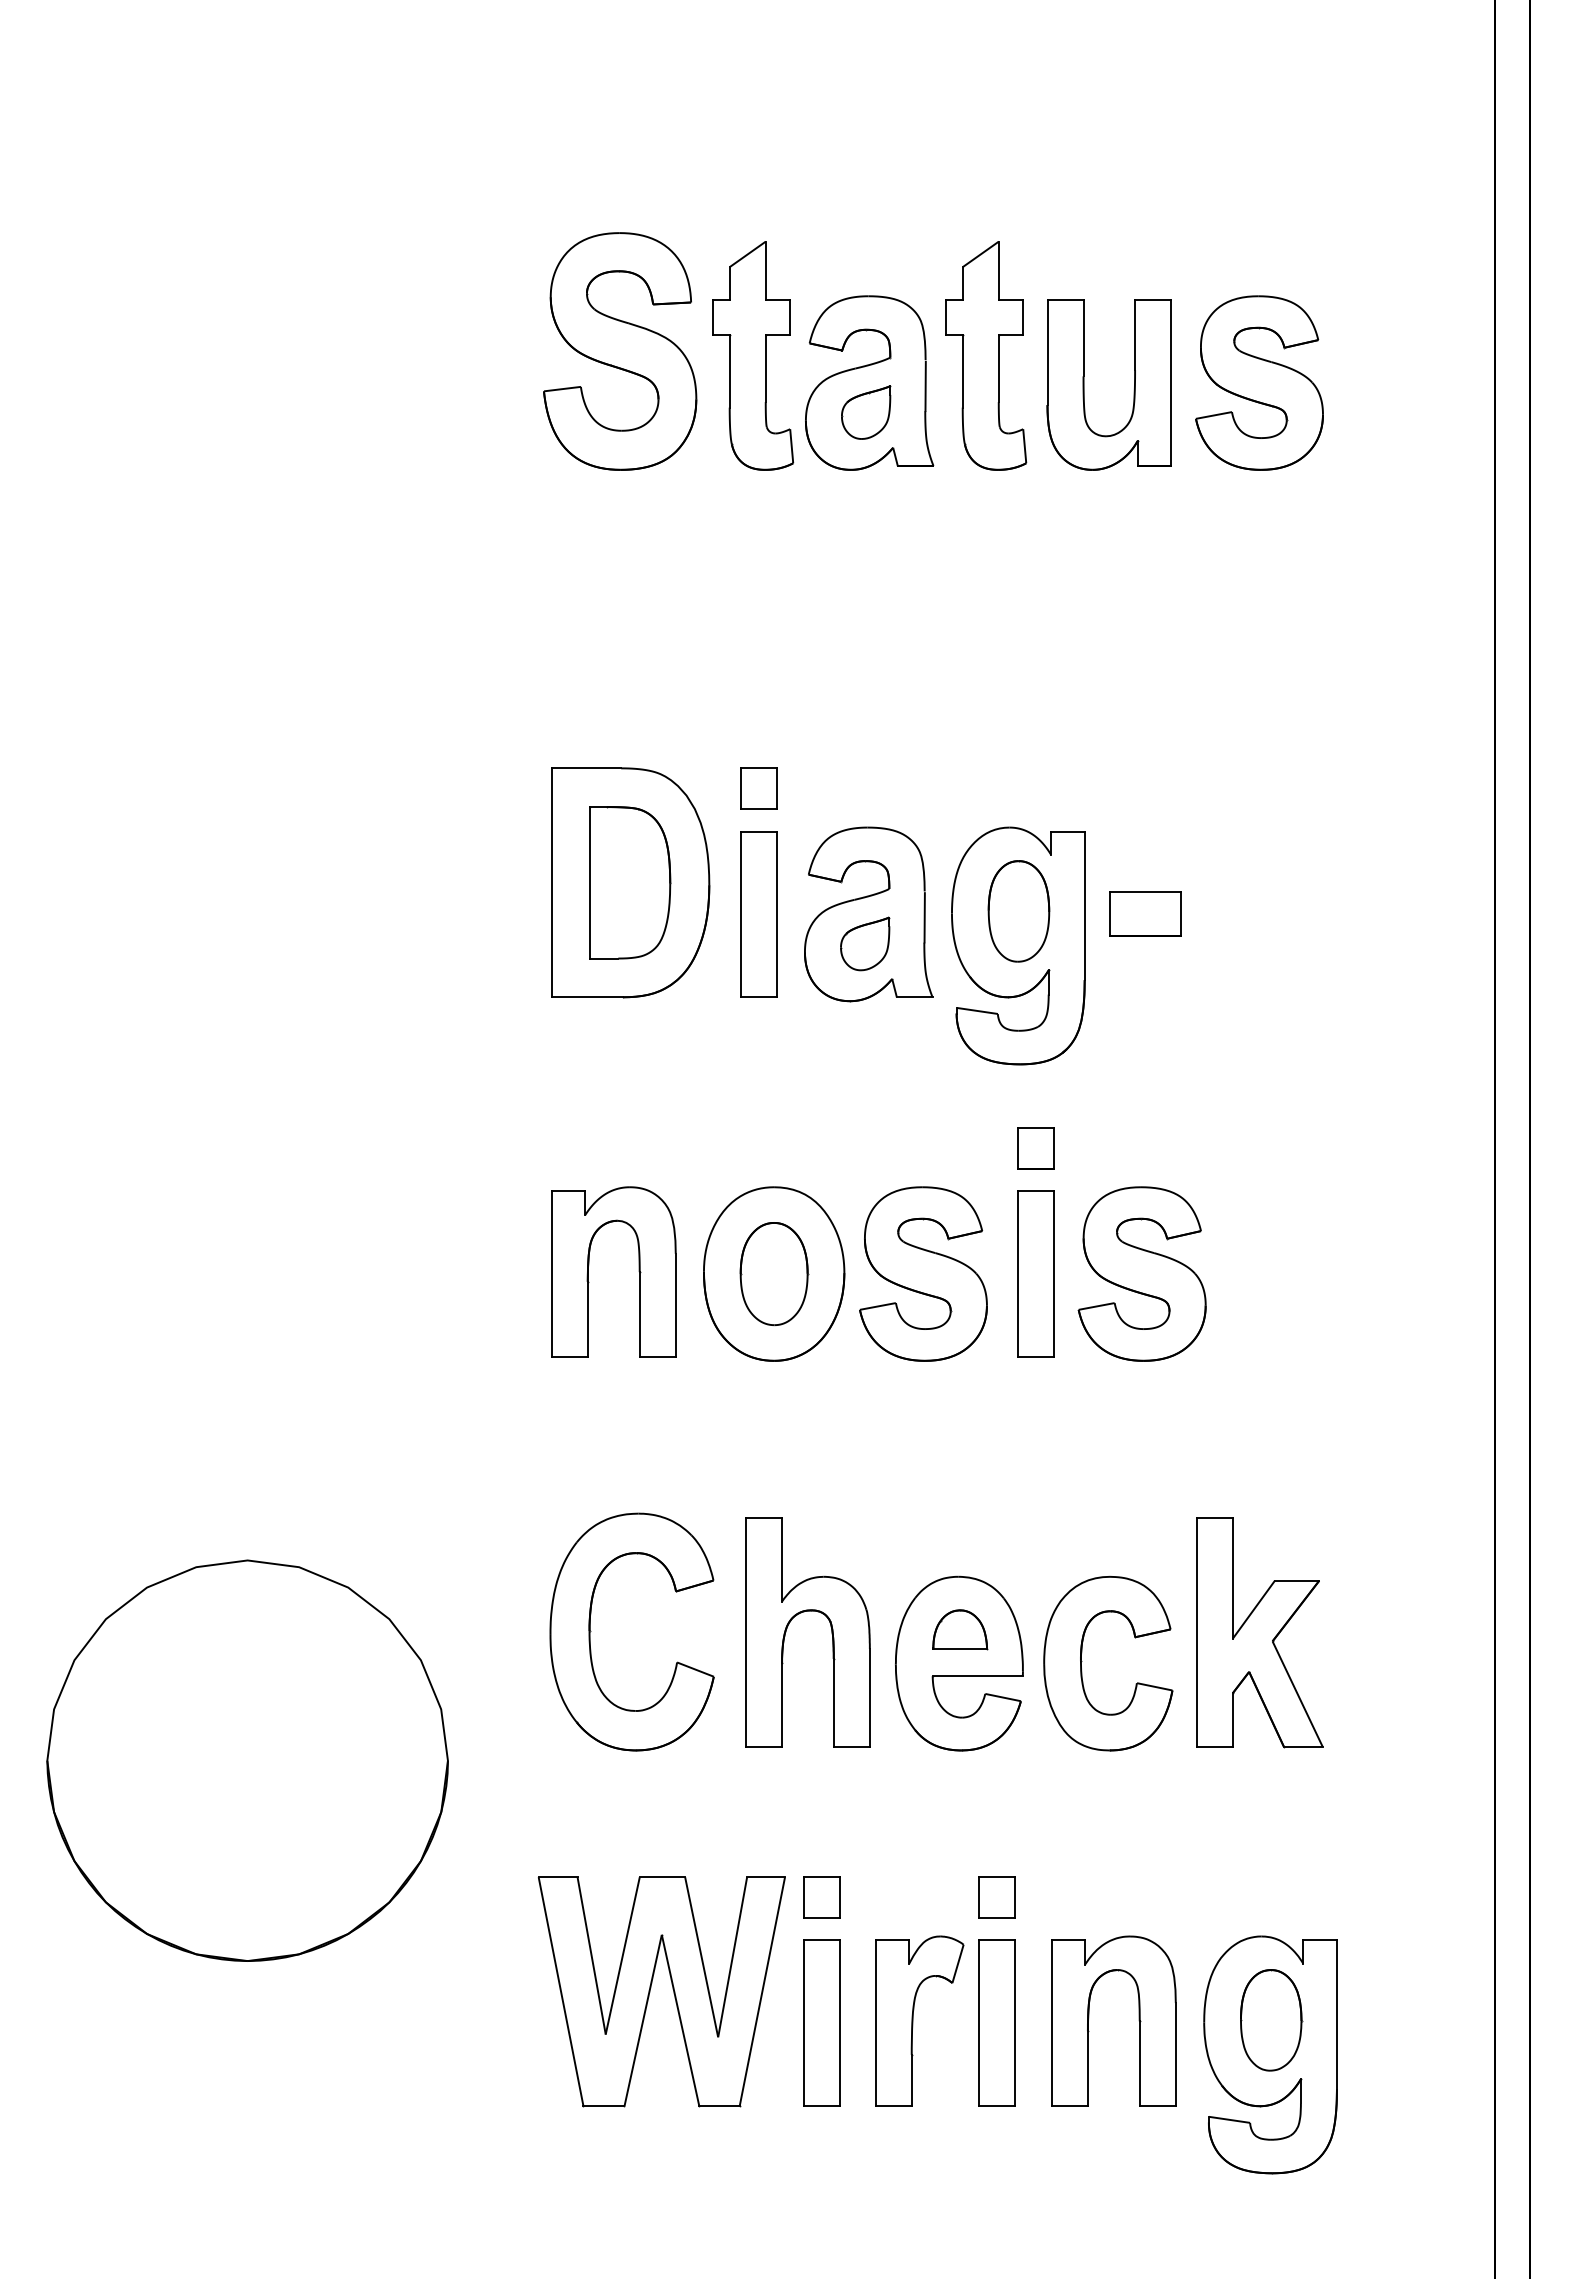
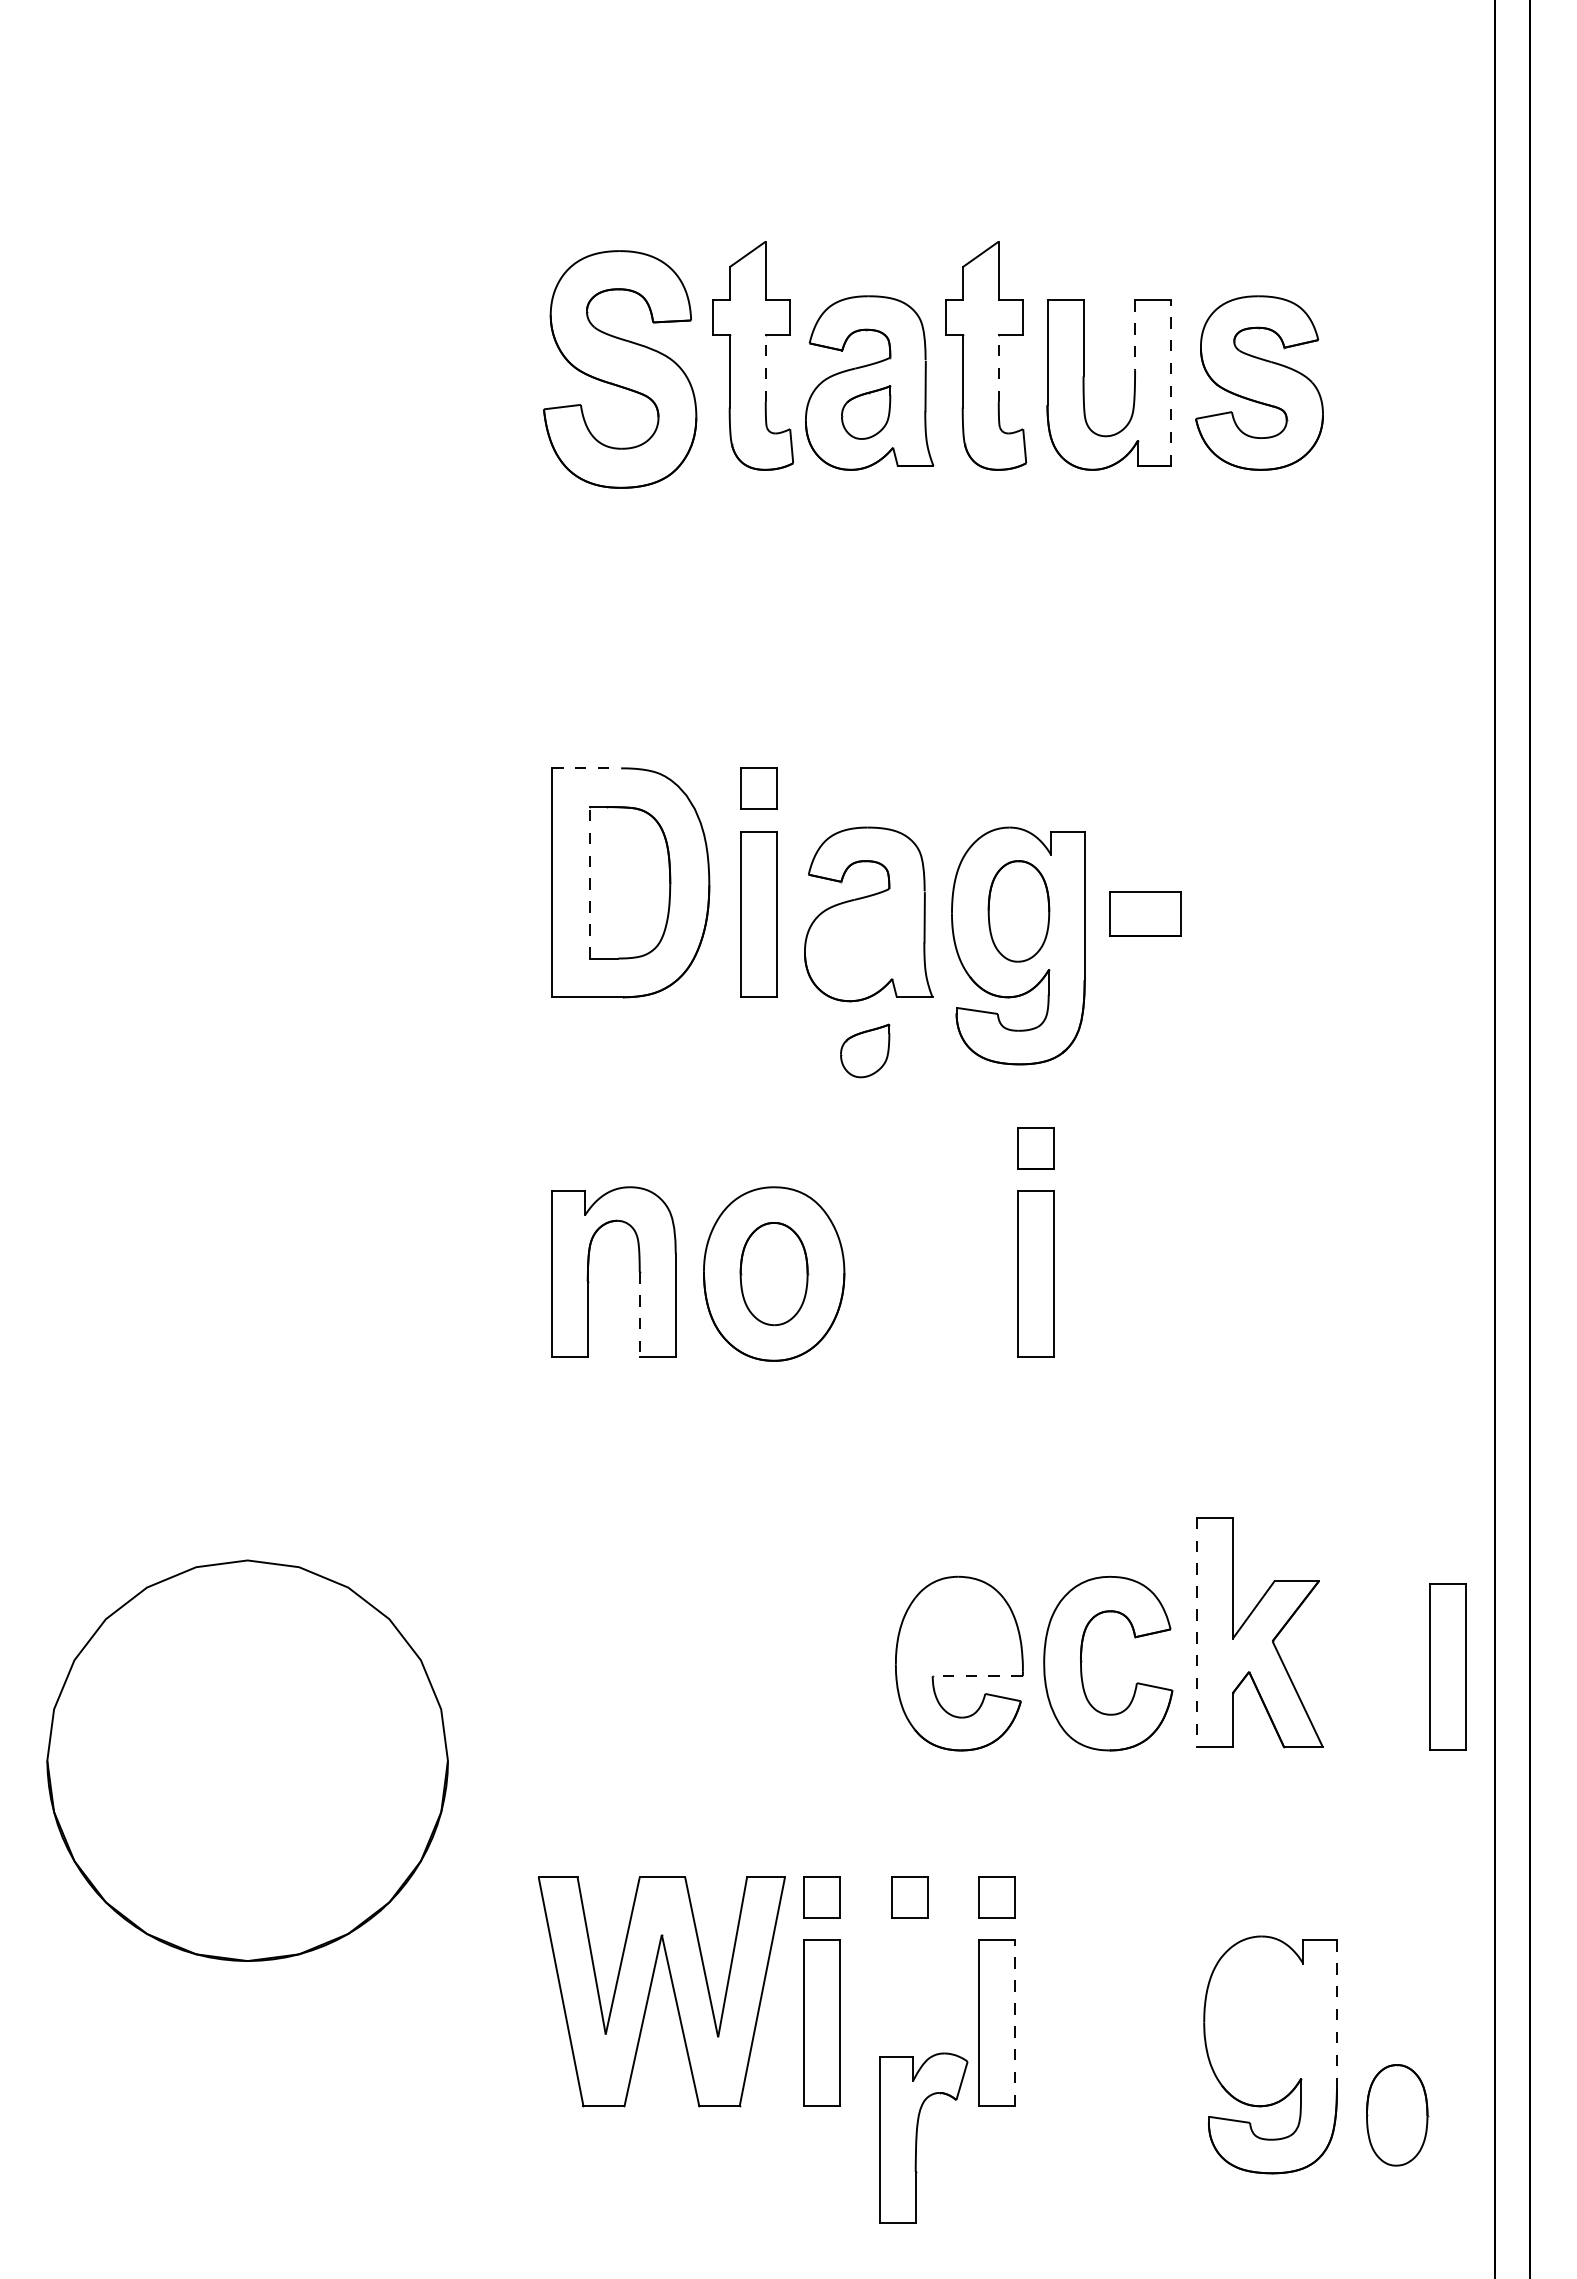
line at (1135, 335): solid -> dashed
part at (620, 351) position: (620, 351) -> (620, 369)
line at (765, 368): solid -> dashed
line at (998, 368): solid -> dashed
line at (1171, 383): solid -> dashed
line at (586, 768): solid -> dashed
line at (589, 882): solid -> dashed
part at (865, 943) position: (865, 943) -> (865, 1050)
part at (923, 1273): present -> none
part at (1141, 1273): present -> none
line at (639, 1315): solid -> dashed
part at (791, 1621): present -> none
part at (960, 1629): present -> none
part at (591, 1631): present -> none
line at (1196, 1632): solid -> dashed
part at (1447, 1666): none -> present
line at (977, 1676): solid -> dashed
part at (909, 1897): none -> present
line at (1336, 2014): solid -> dashed
part at (1089, 2018): present -> none
part at (919, 2020) position: (919, 2020) -> (923, 2137)
part at (1271, 2020) position: (1271, 2020) -> (1397, 2115)
line at (1015, 2023): solid -> dashed
